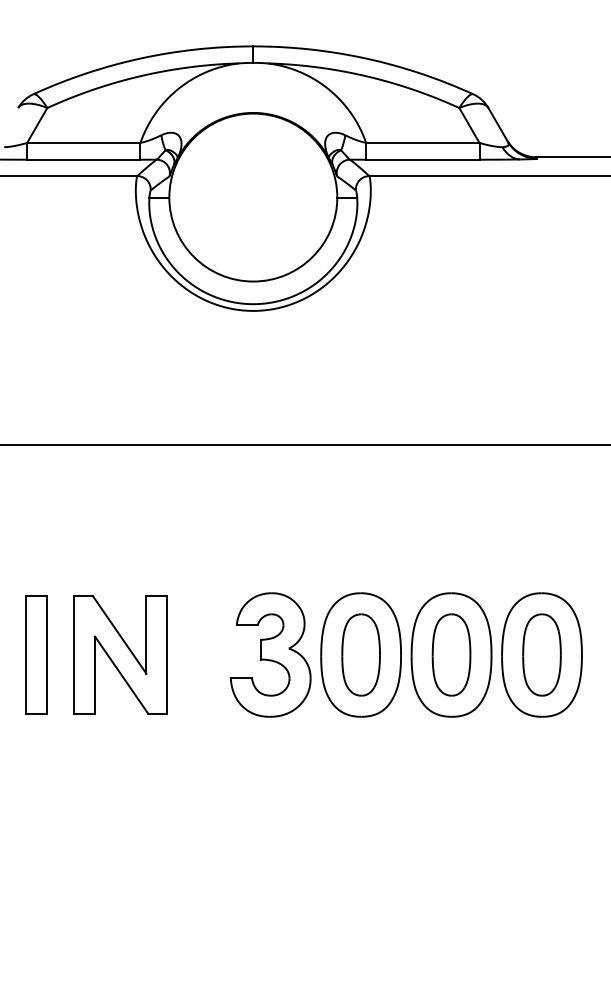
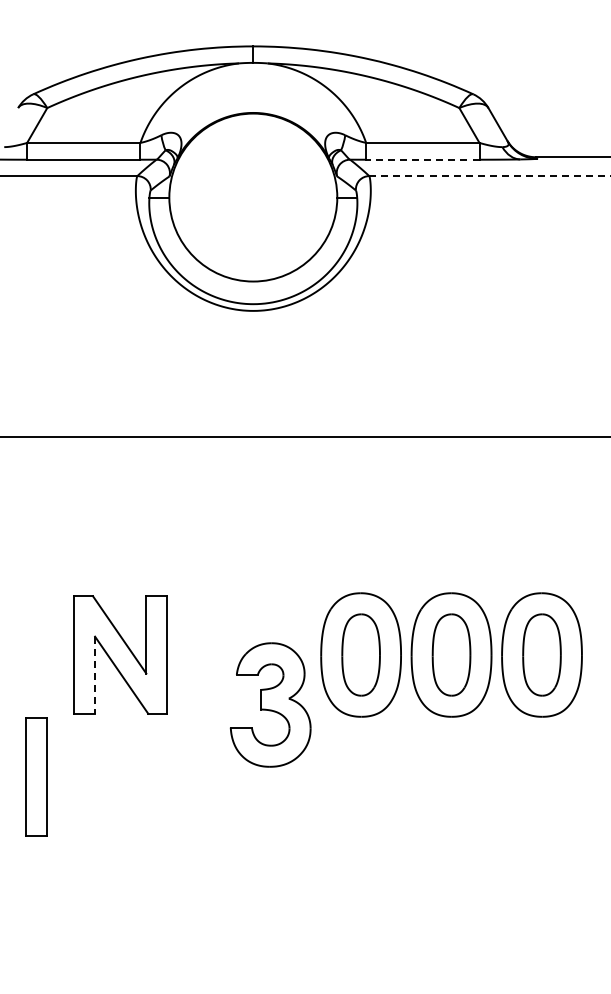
line at (422, 159): solid -> dashed
line at (490, 176): solid -> dashed
line at (304, 444) position: (304, 444) -> (304, 436)
part at (36, 654) position: (36, 654) -> (36, 776)
part at (270, 654) position: (270, 654) -> (270, 704)
line at (95, 675): solid -> dashed
